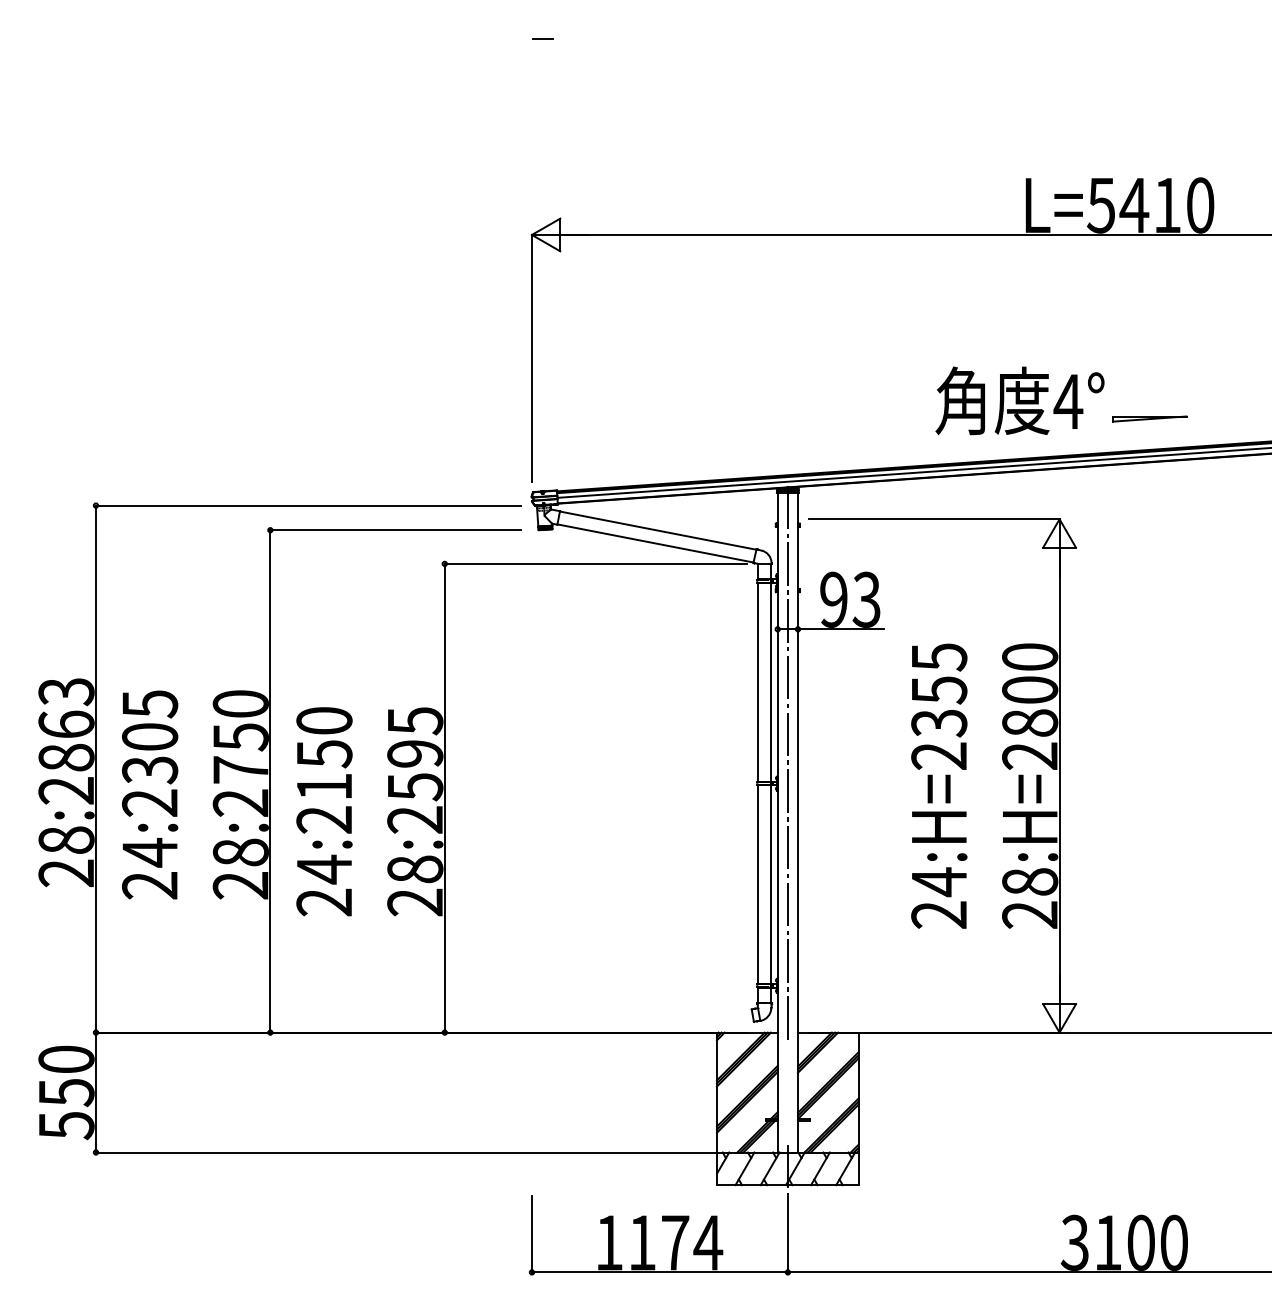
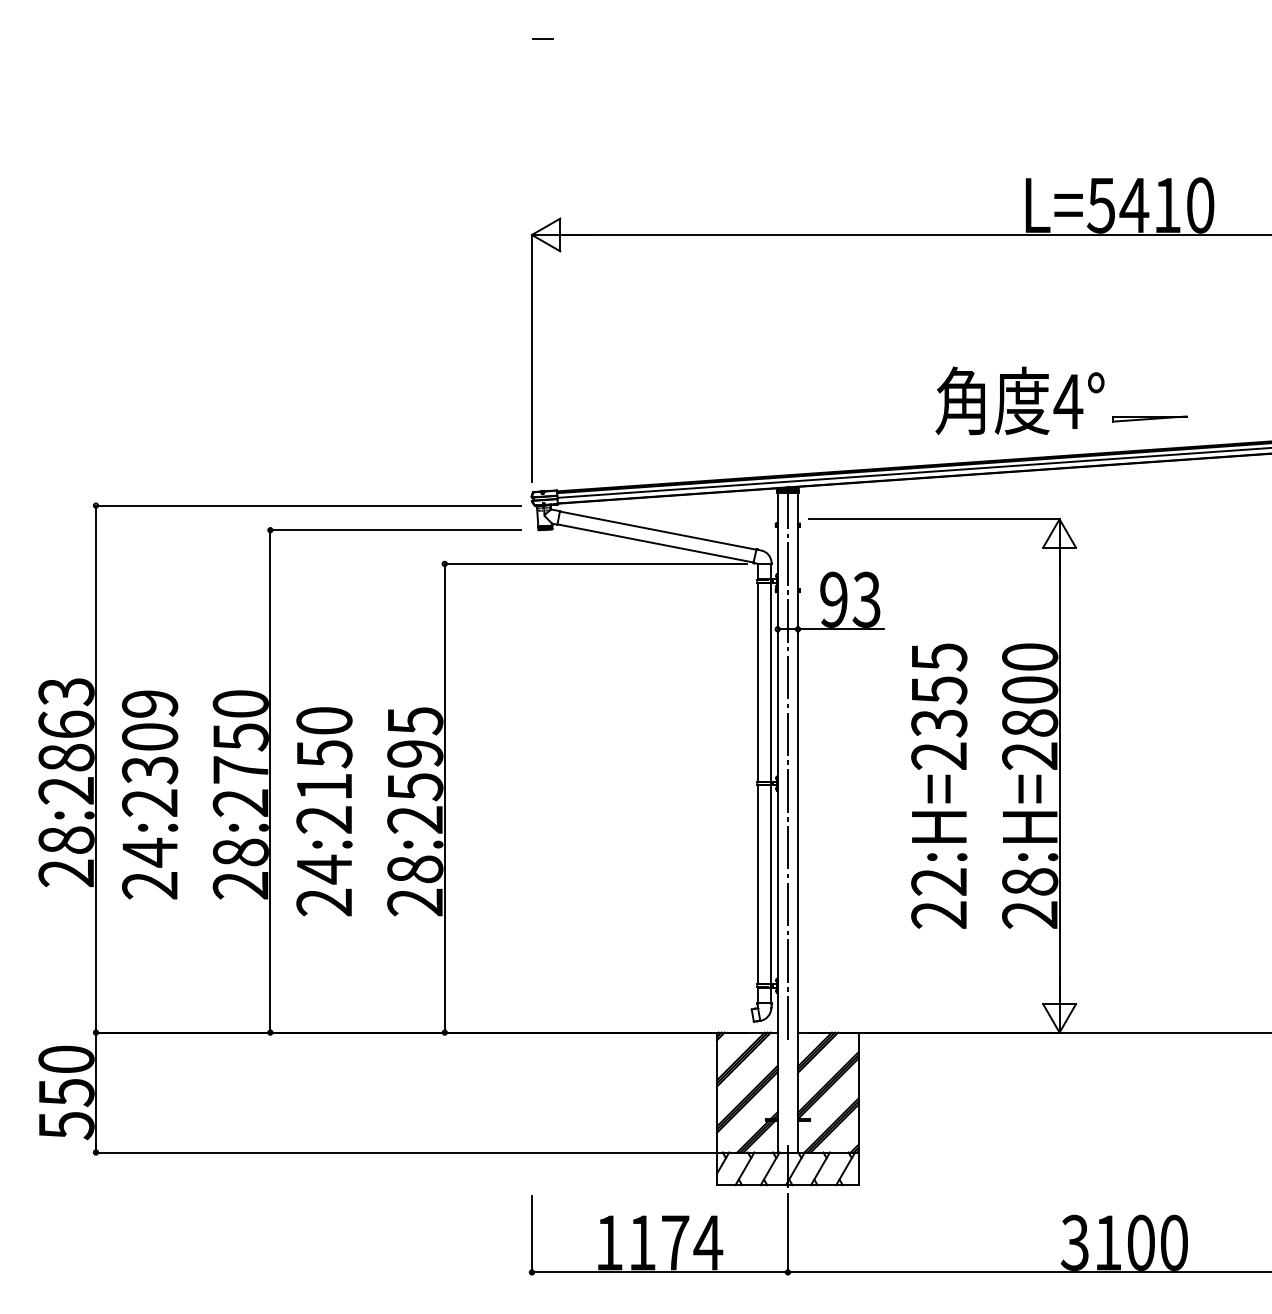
text at (150, 704): 24:2305 -> 24:2309
text at (938, 882): 24:H=2355 -> 22:H=2355
